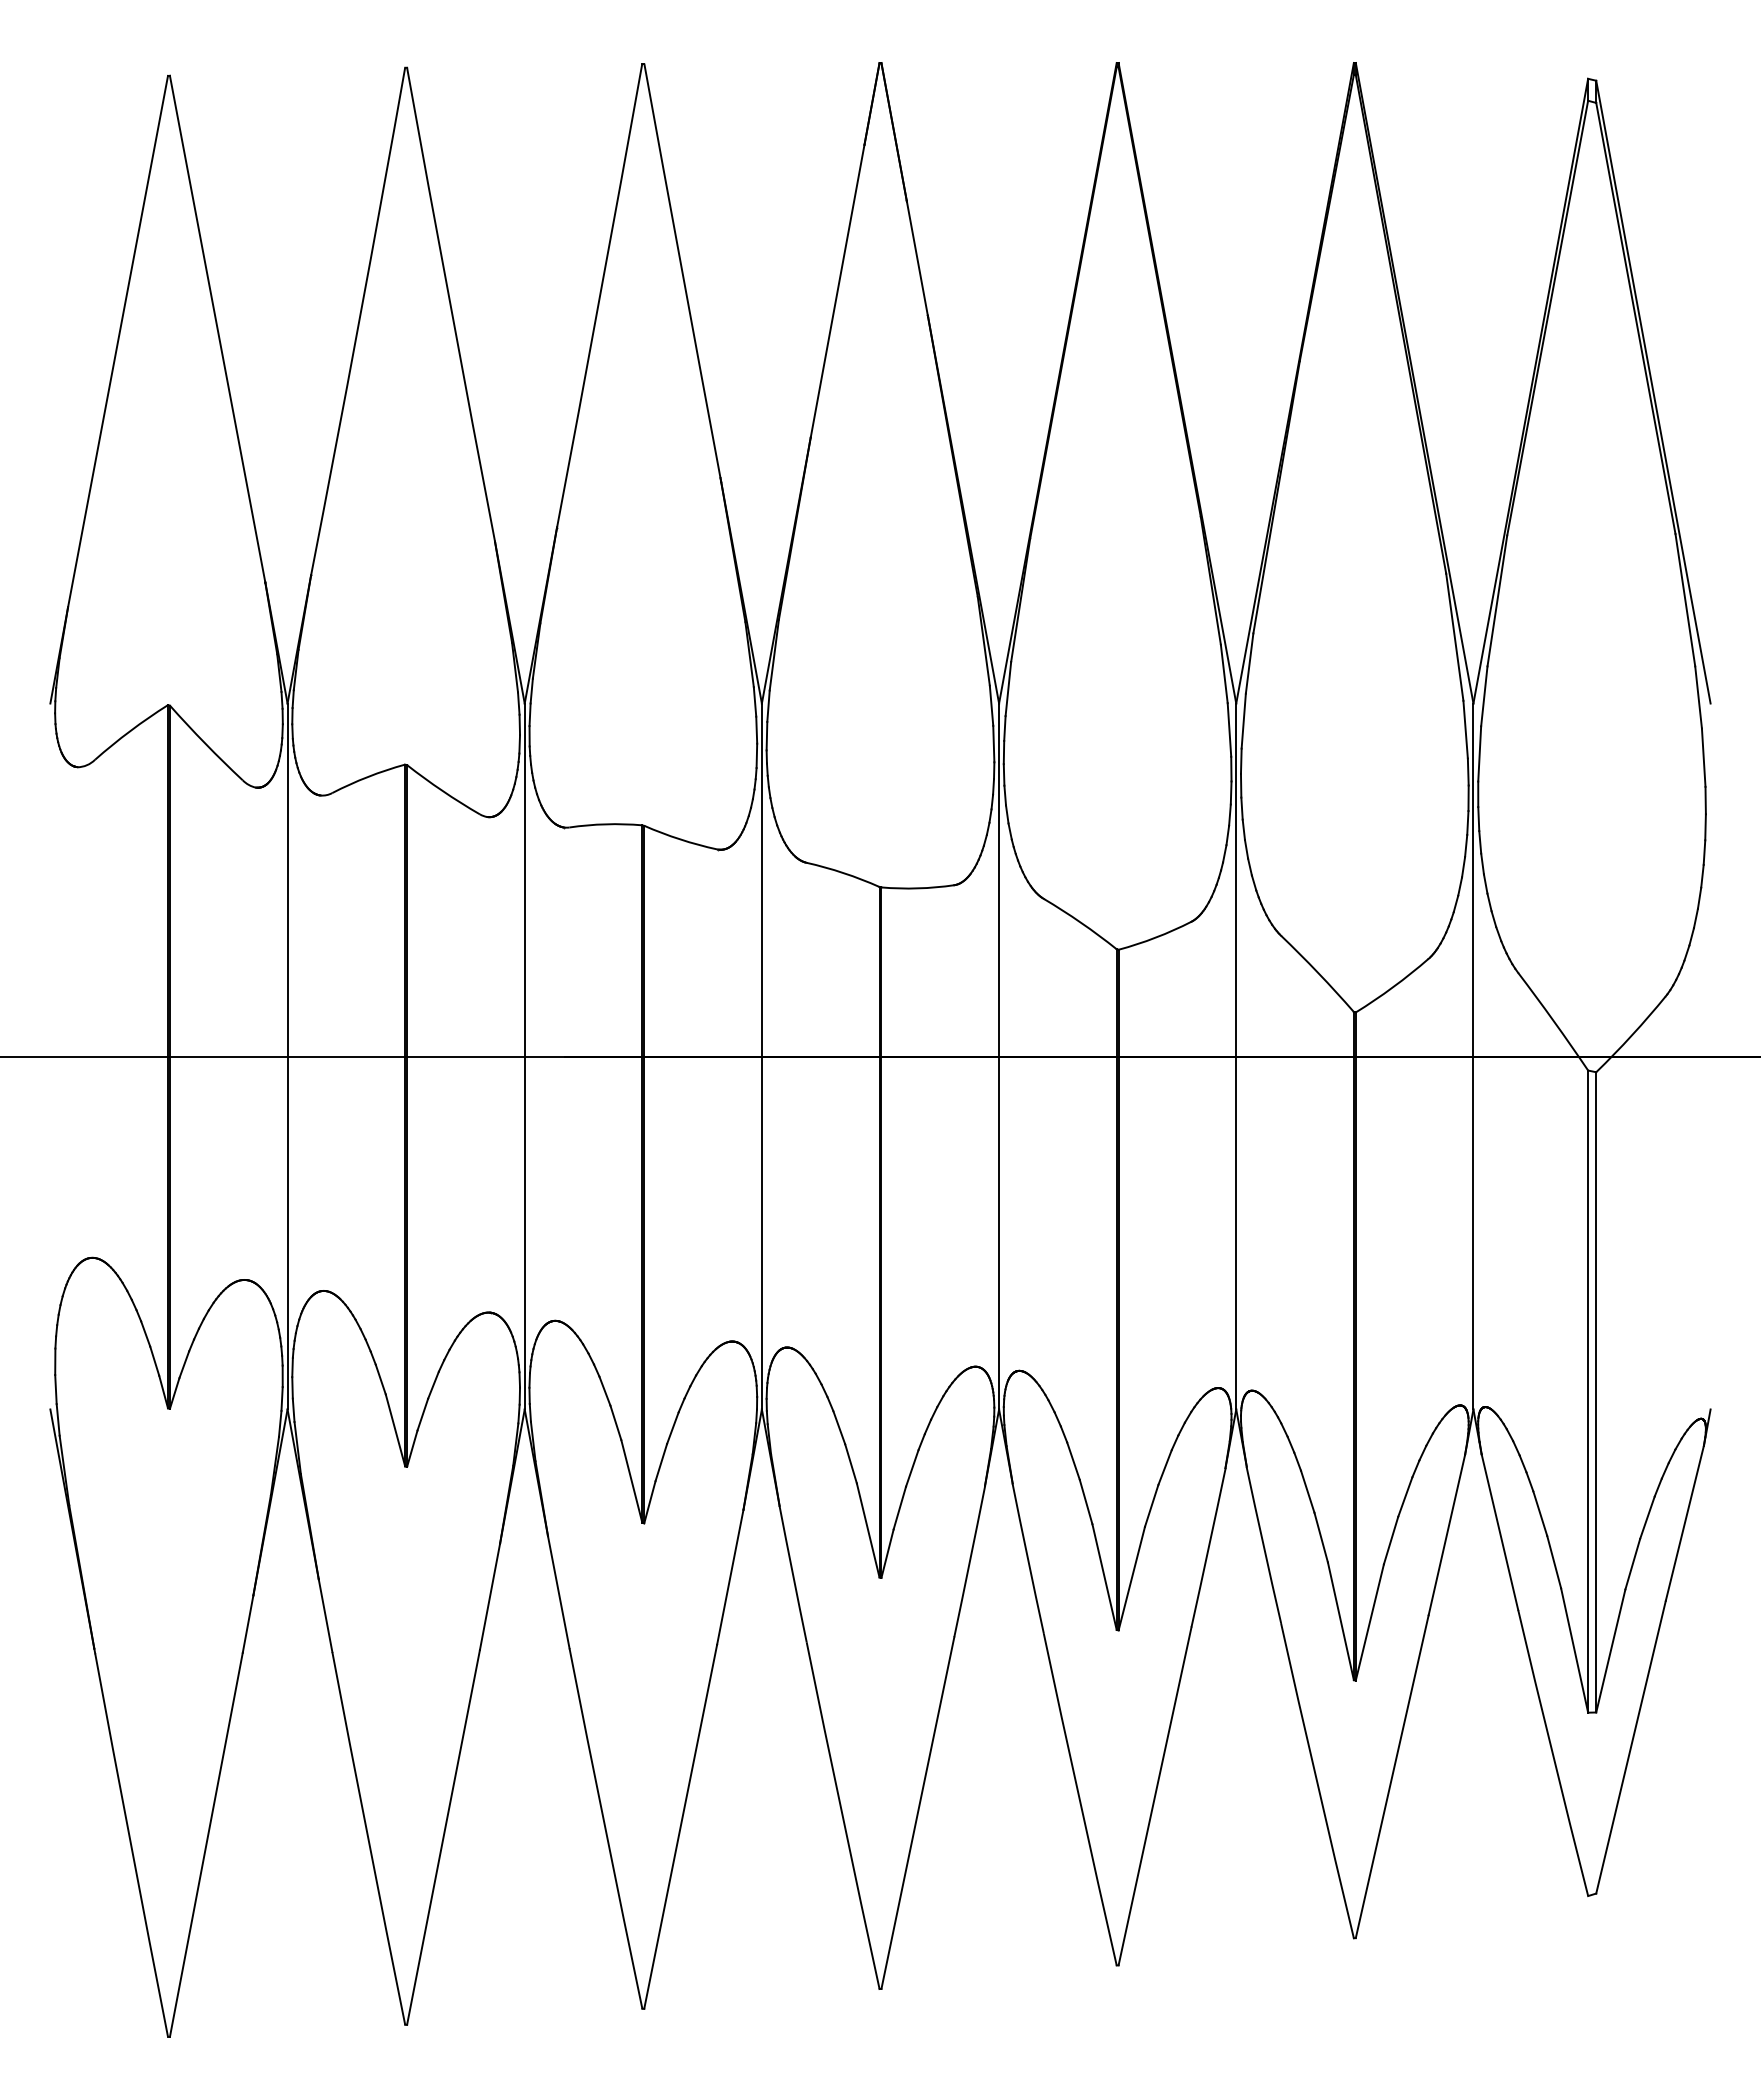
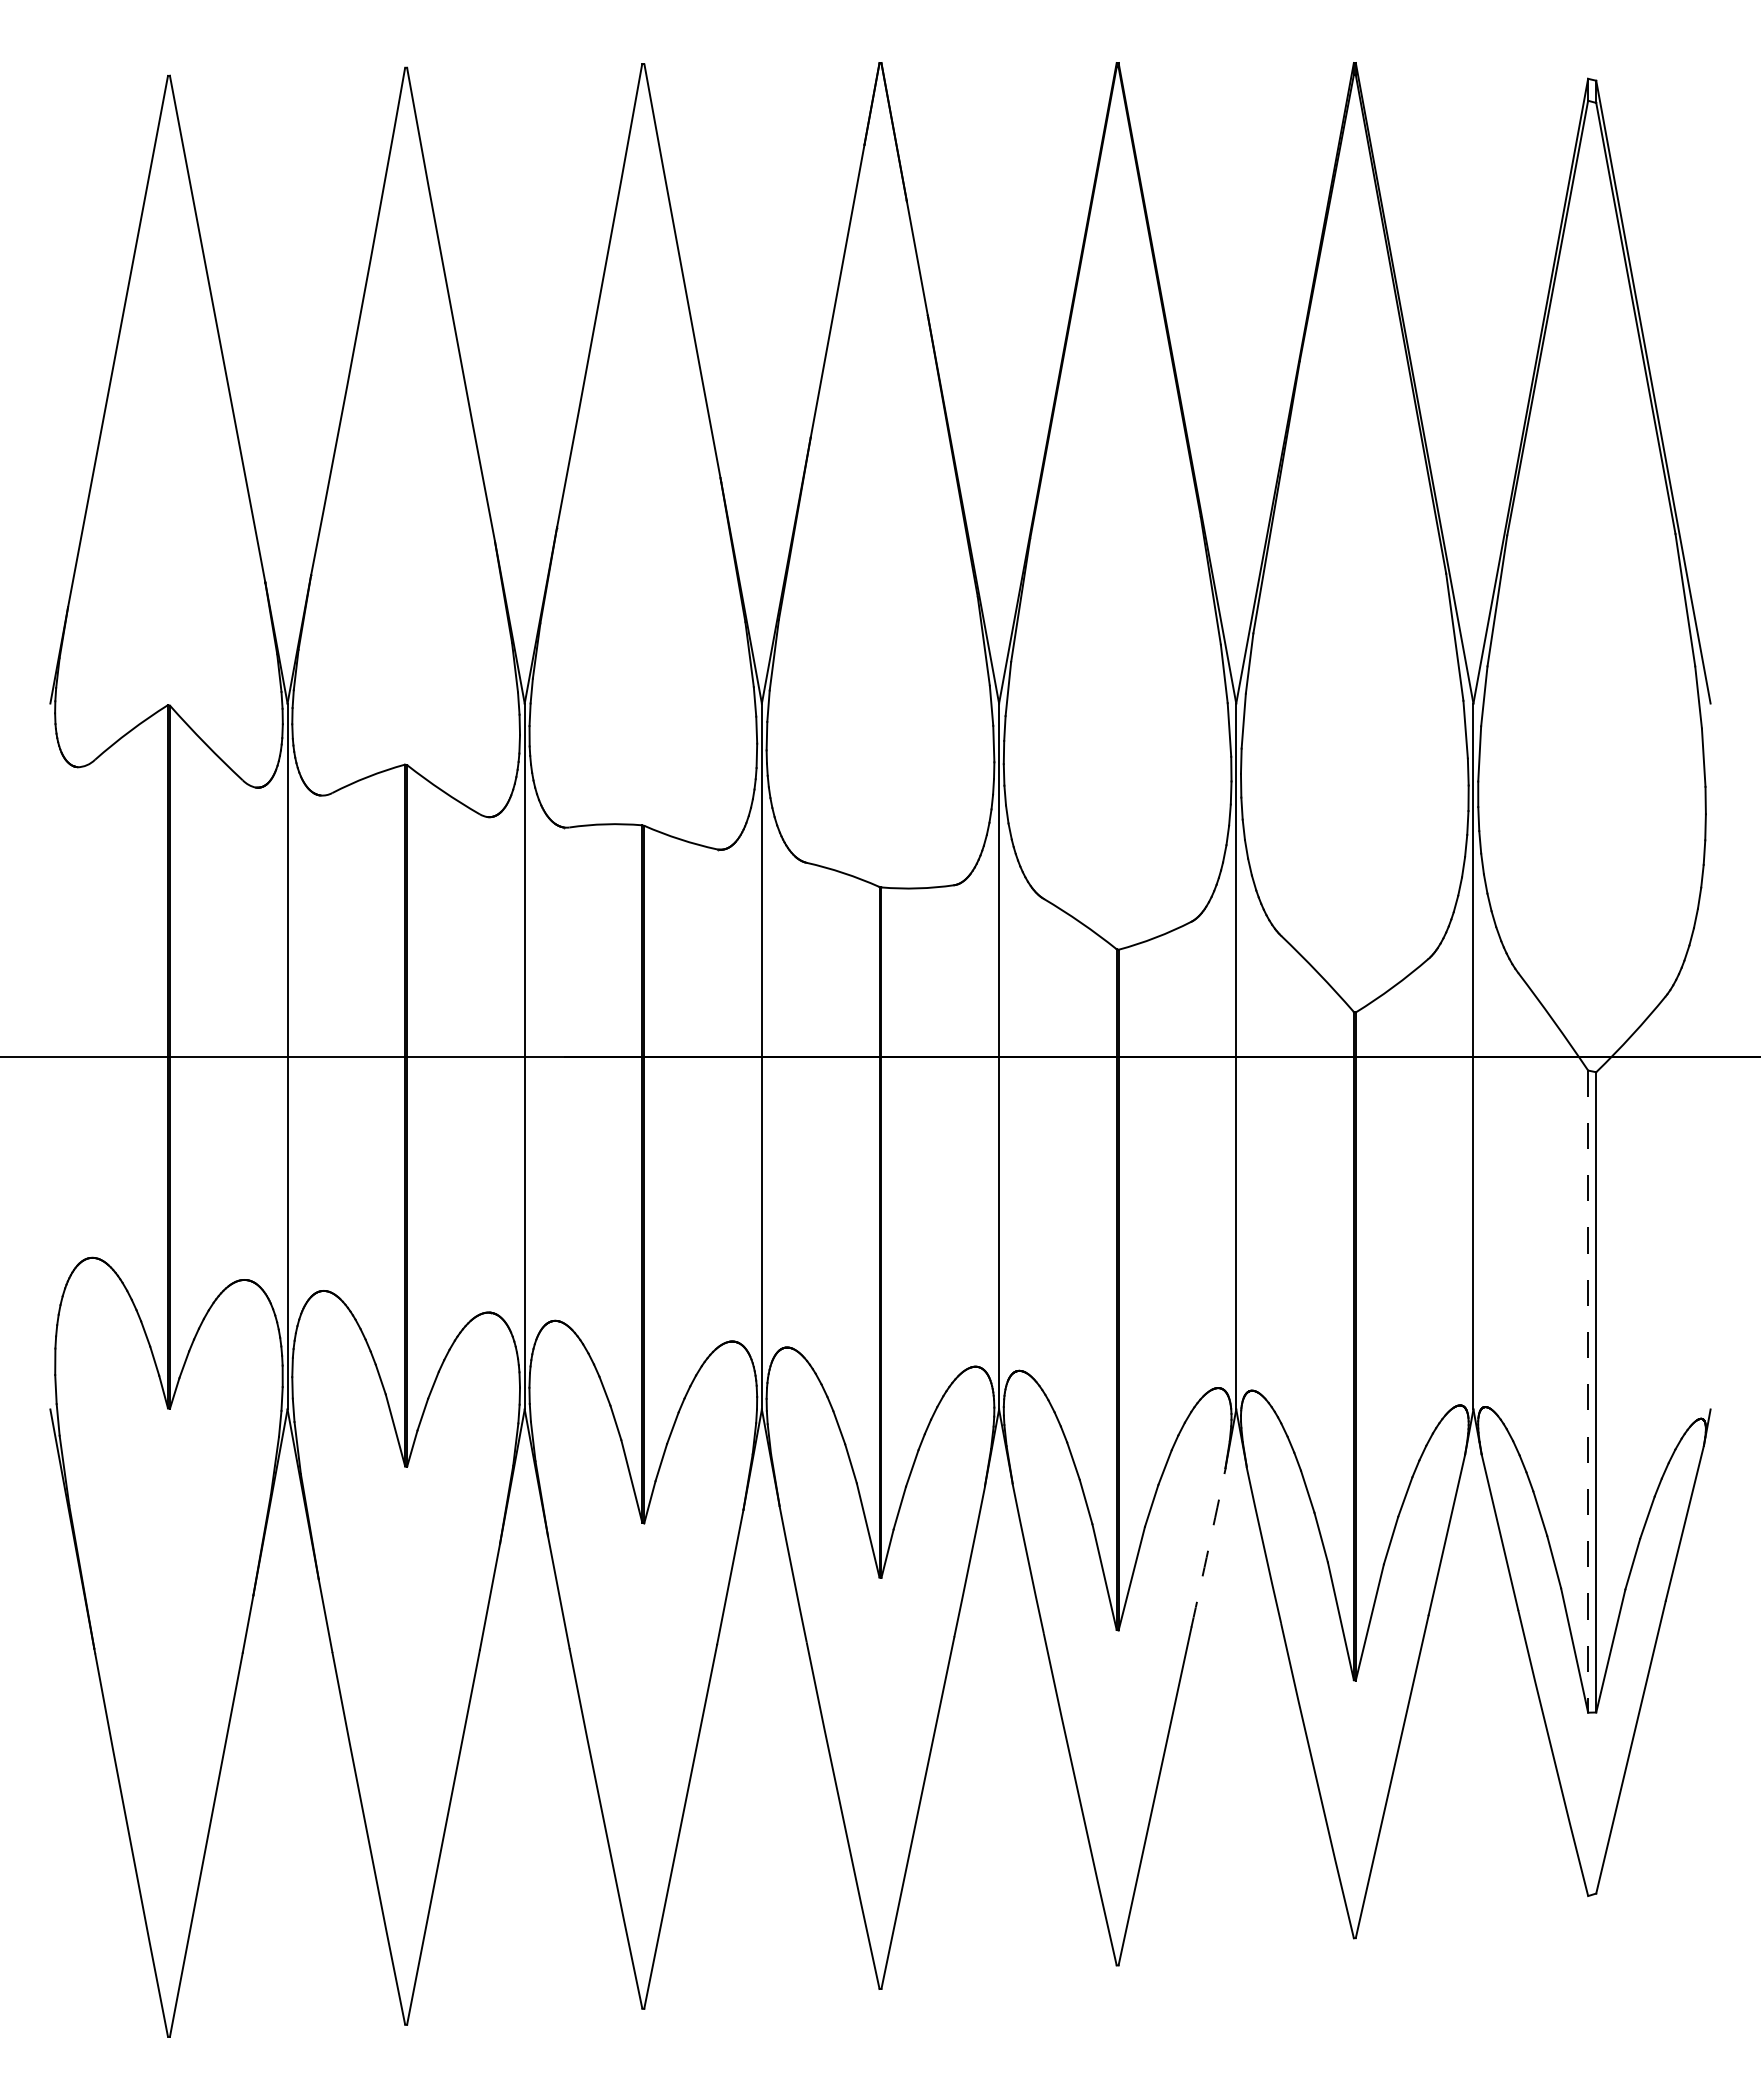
line at (1588, 1392): solid -> dashed
arc at (1208, 1547): solid -> dashed
